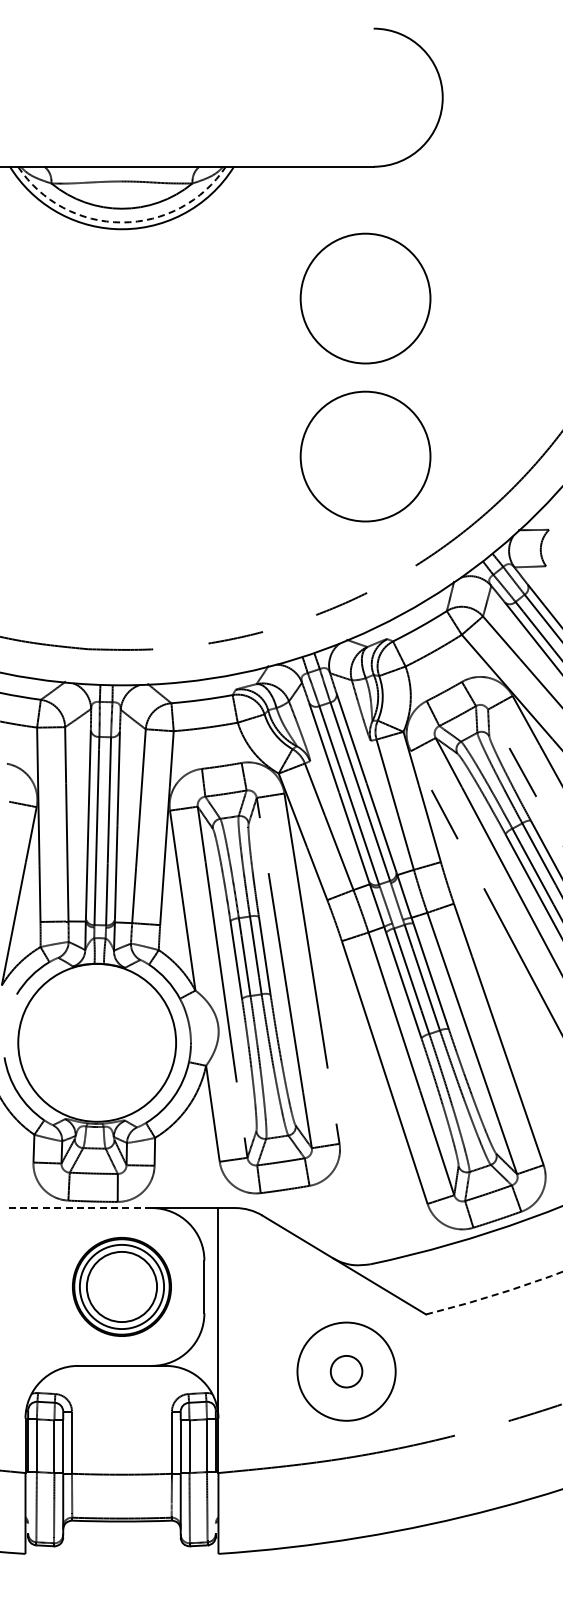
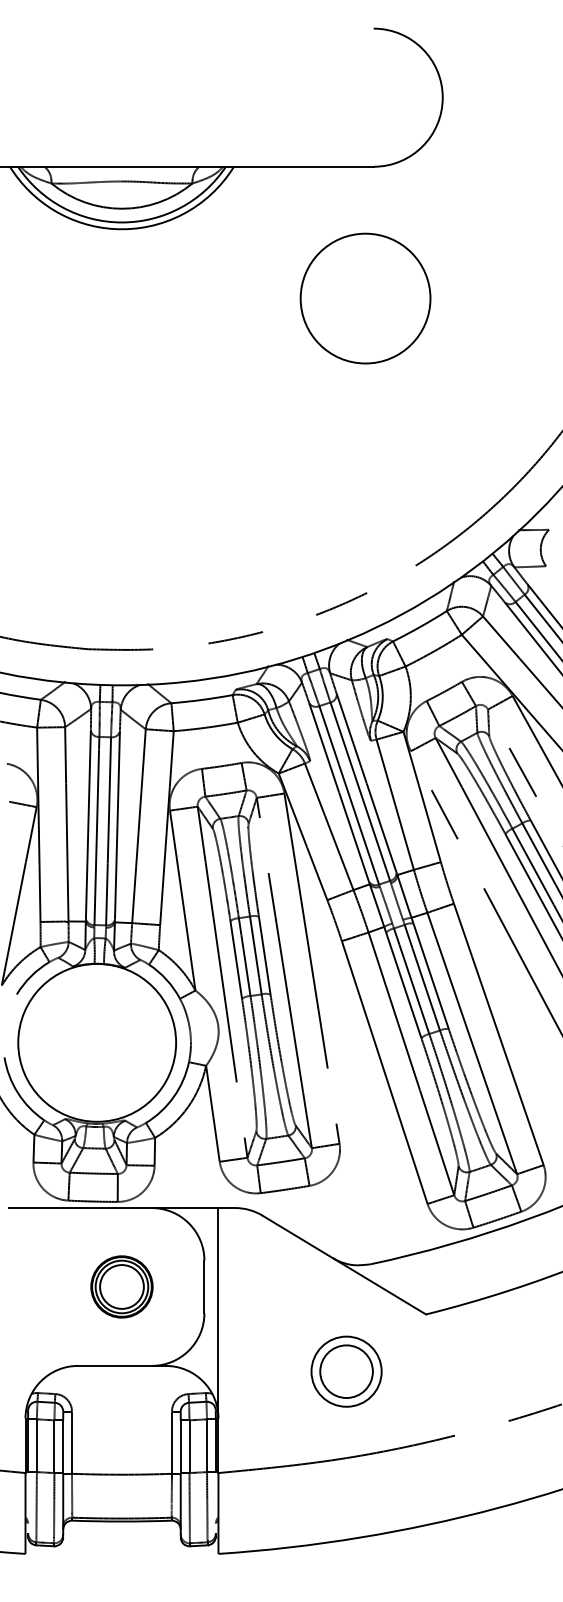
arc at (121, 222): dashed -> solid
circle at (365, 456): present -> none
line at (80, 1208): dashed -> solid
part at (121, 1286) size: 100x100 px -> 64x64 px
arc at (495, 1295): dashed -> solid
circle at (346, 1371) diameter: 32 px -> 53 px
circle at (346, 1371) diameter: 98 px -> 70 px
